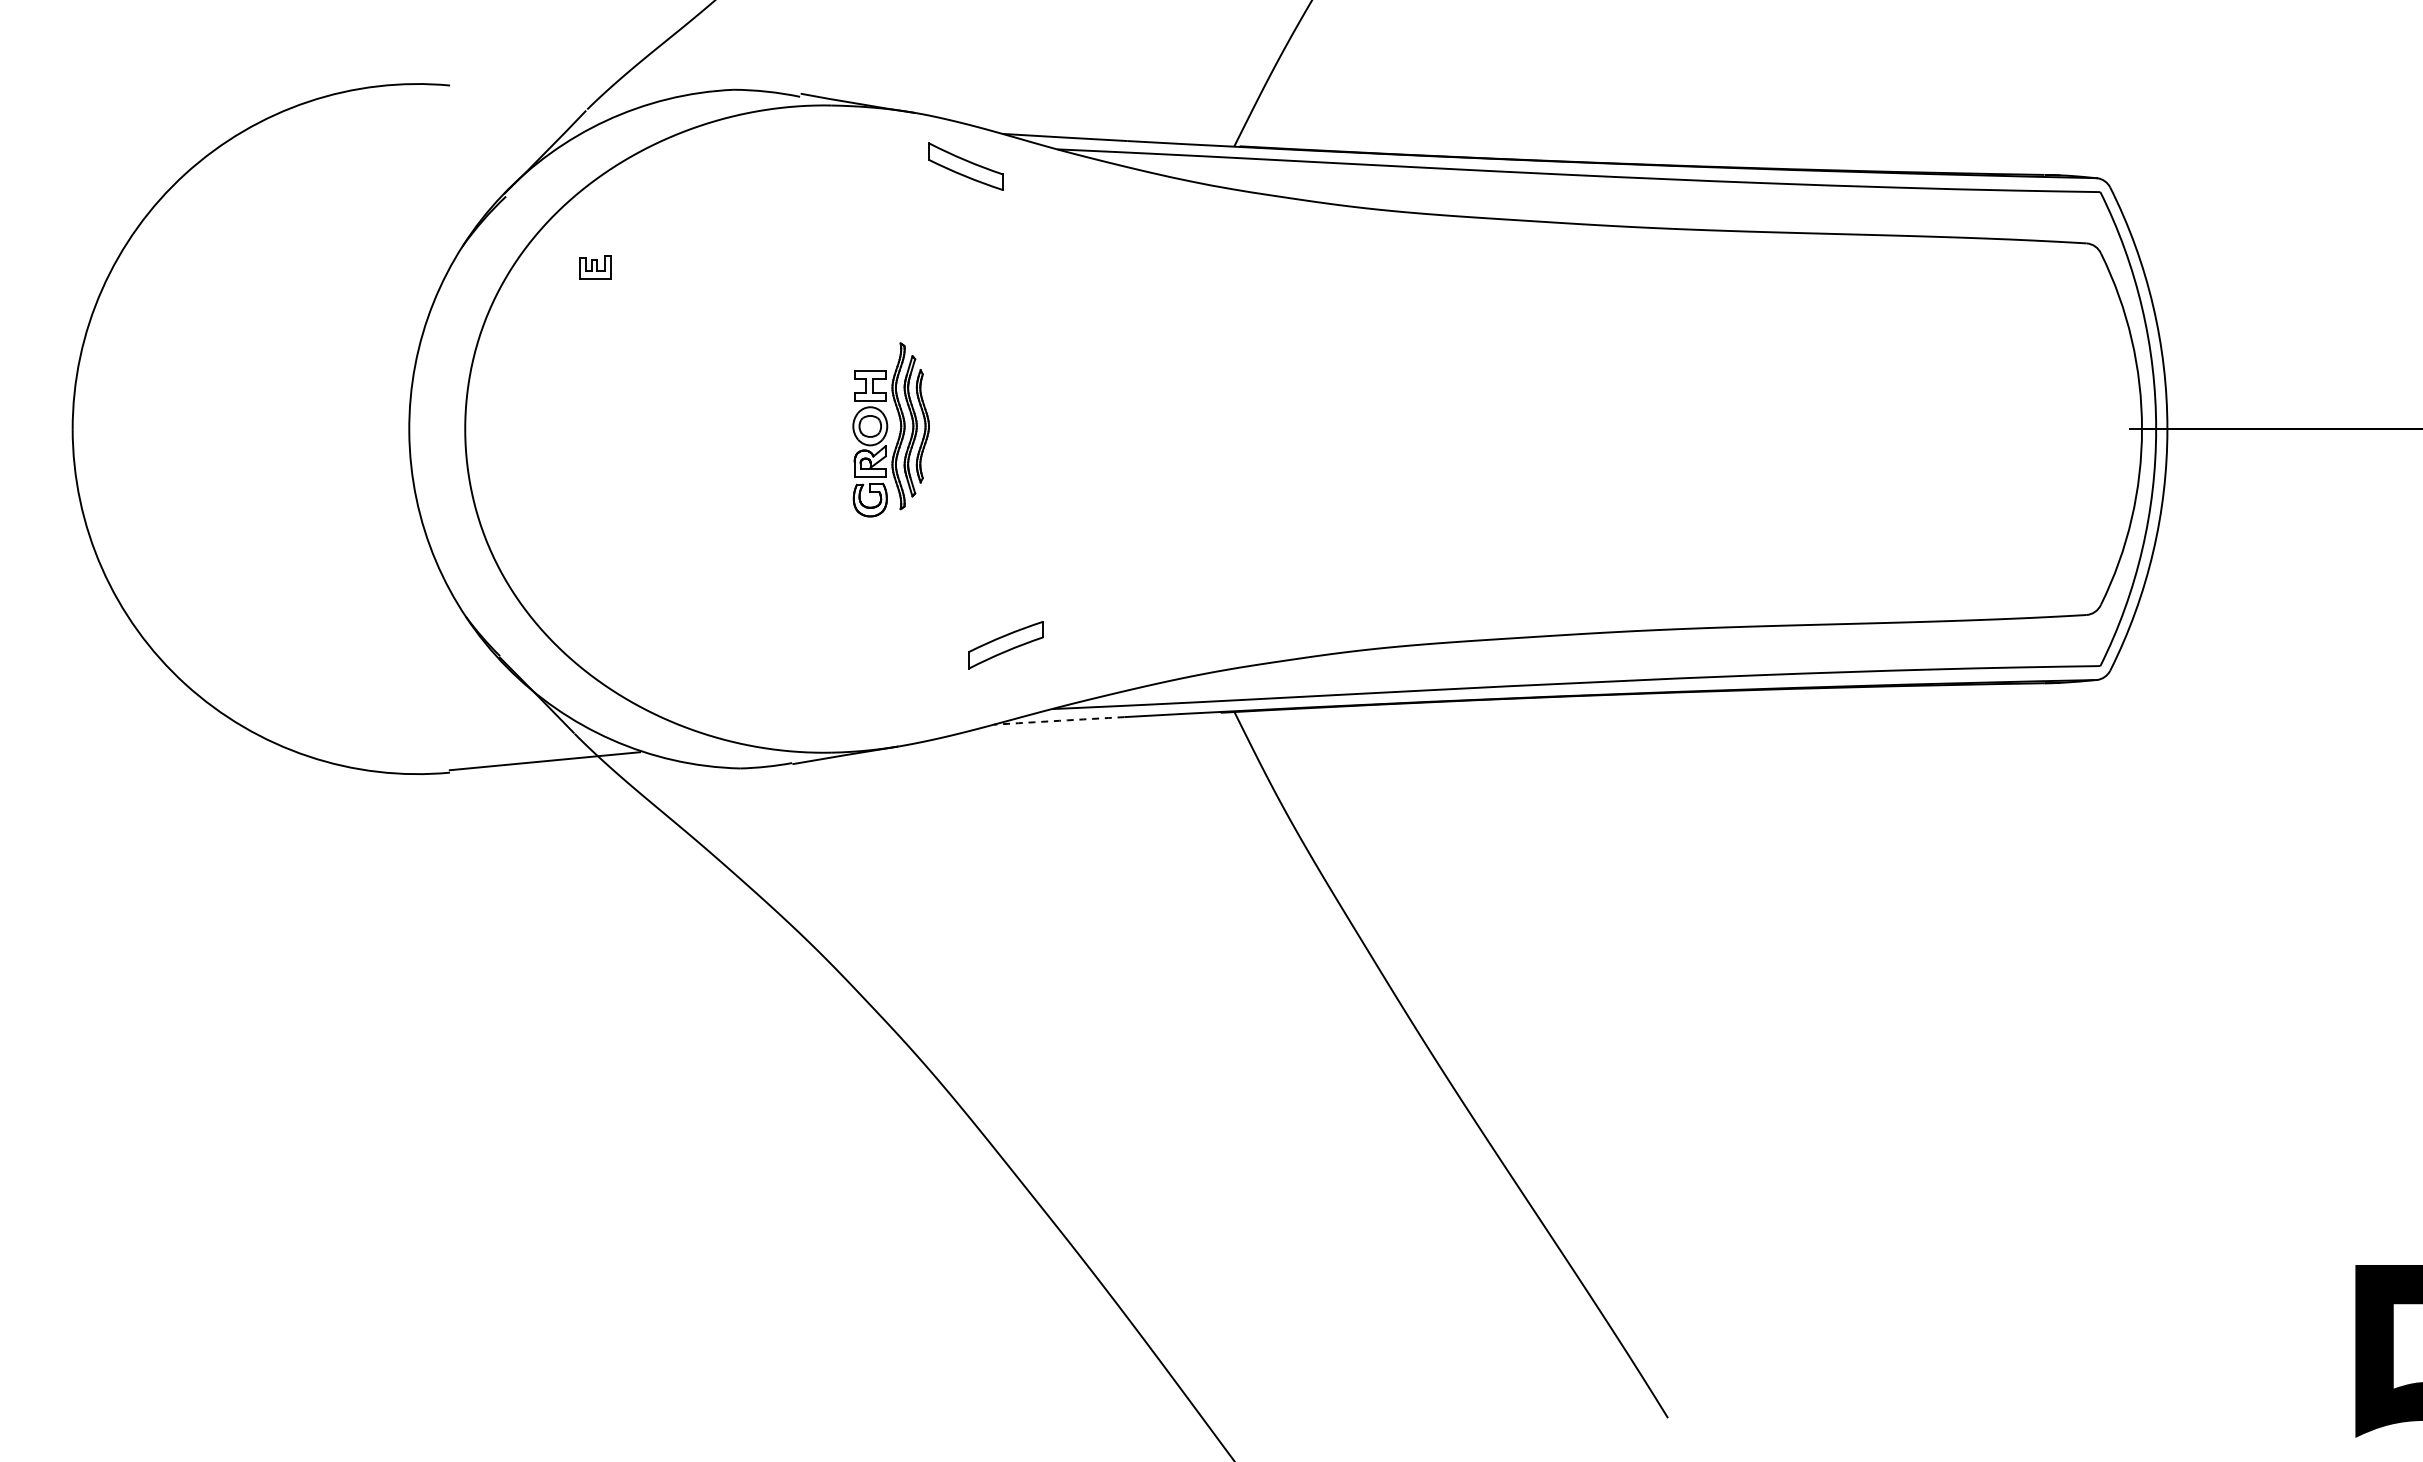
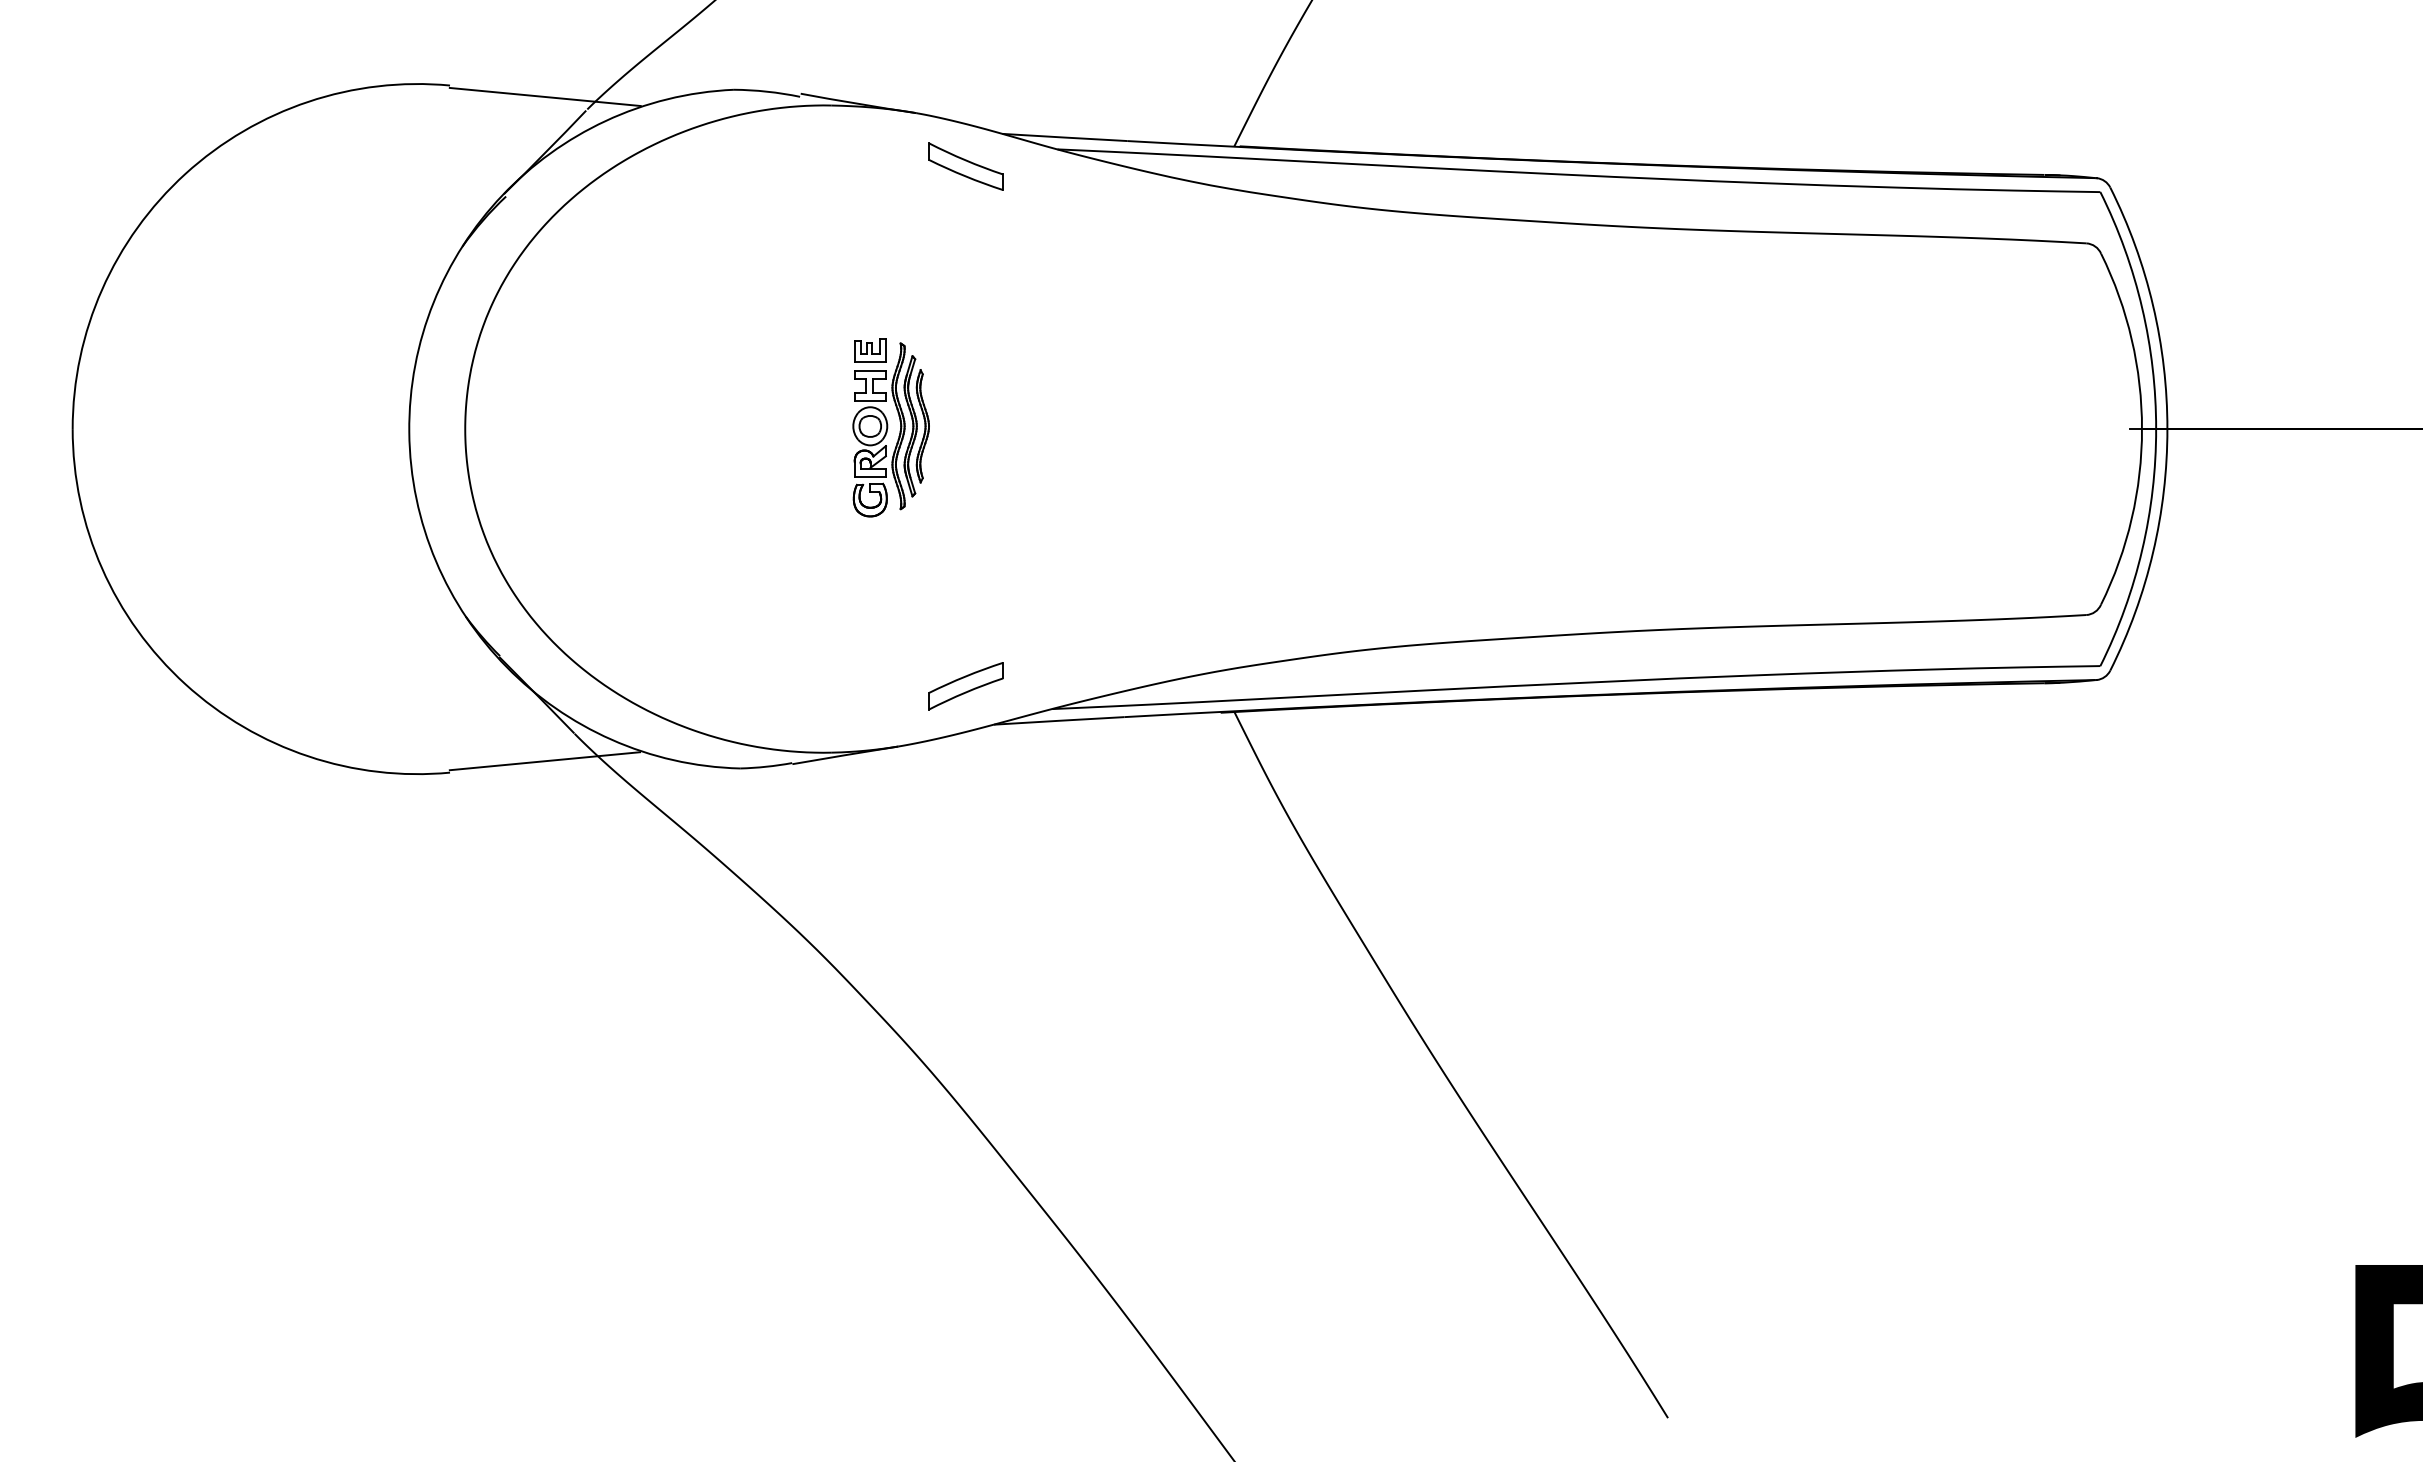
line at (544, 96): none -> present
part at (595, 267) position: (595, 267) -> (870, 350)
part at (1005, 645) position: (1005, 645) -> (965, 686)
arc at (1059, 720): dashed -> solid
